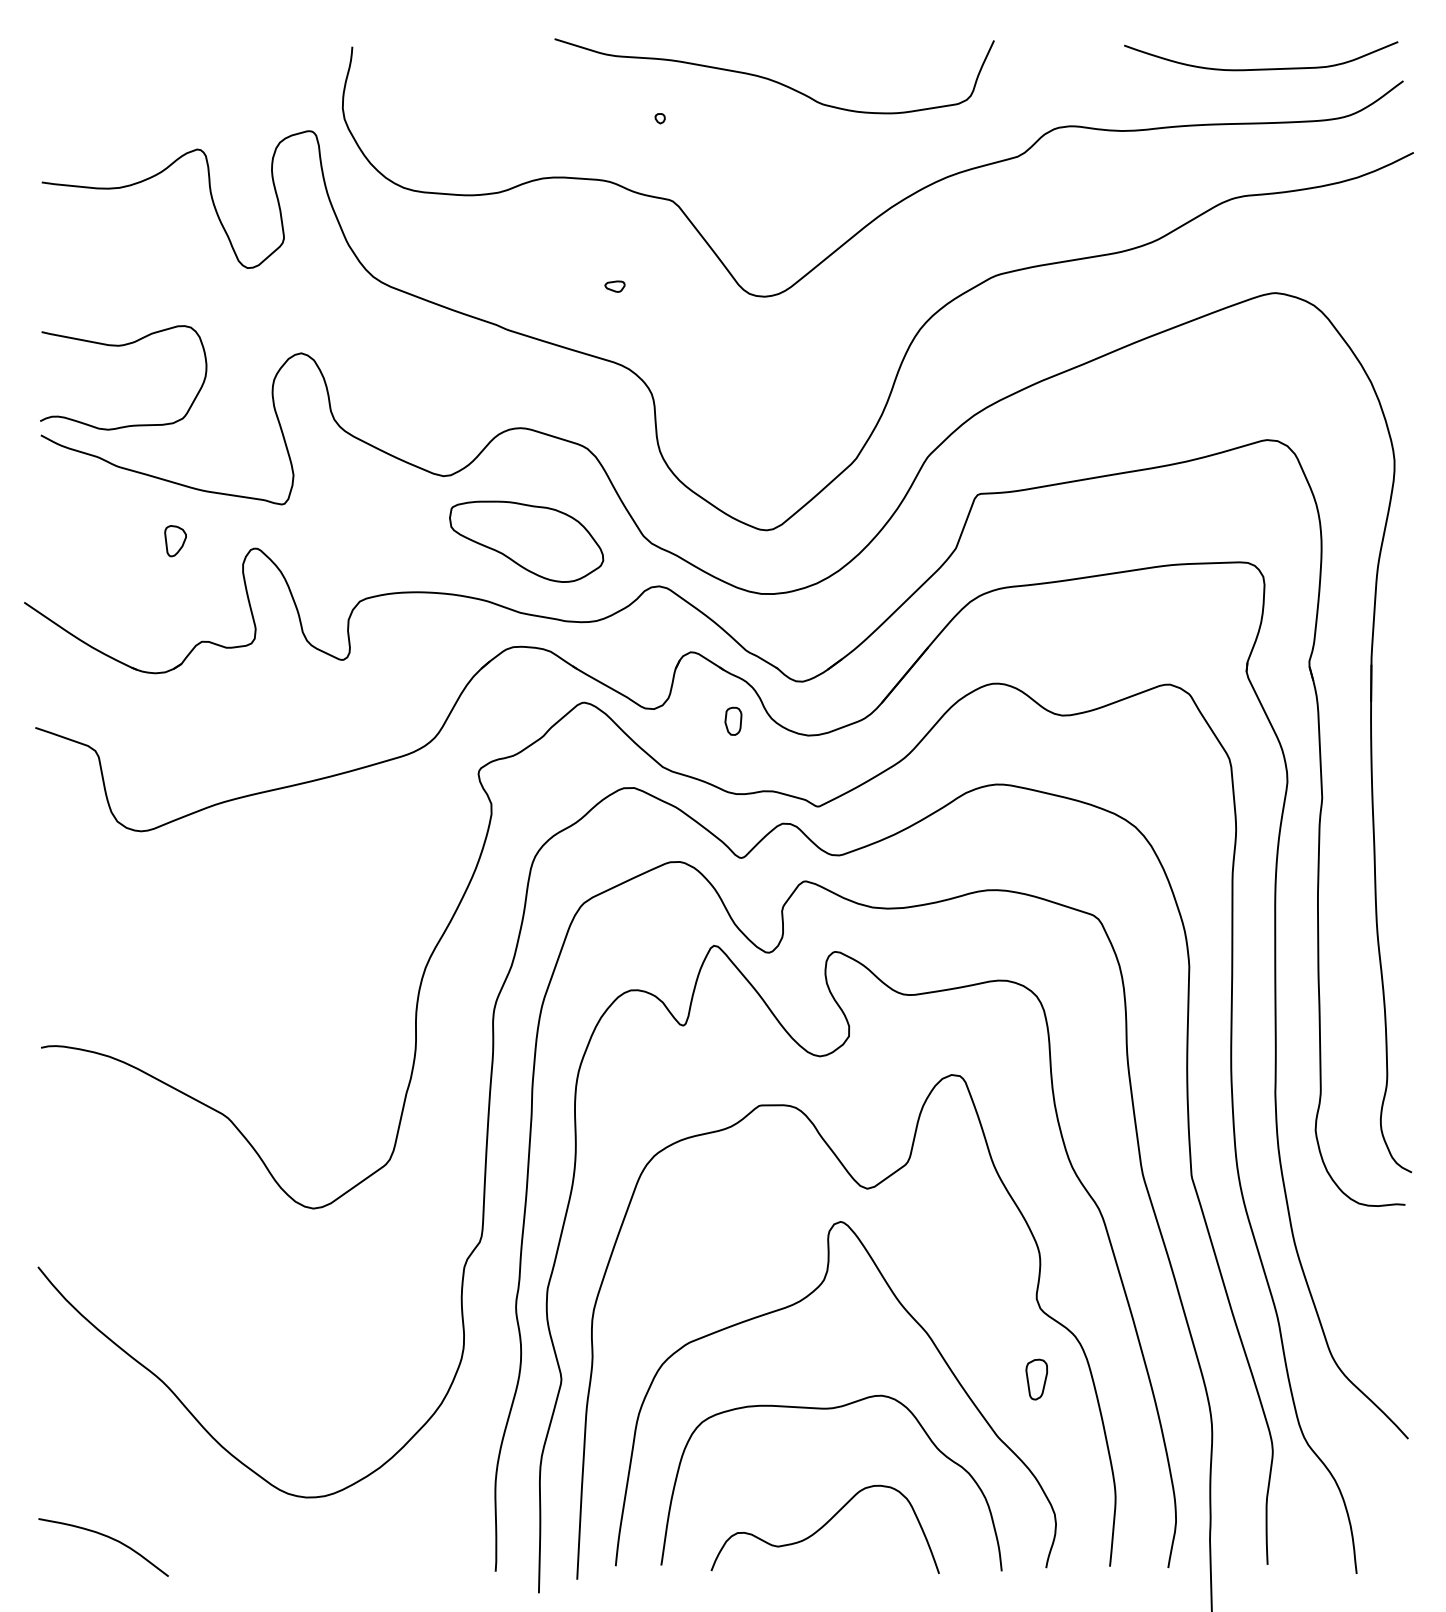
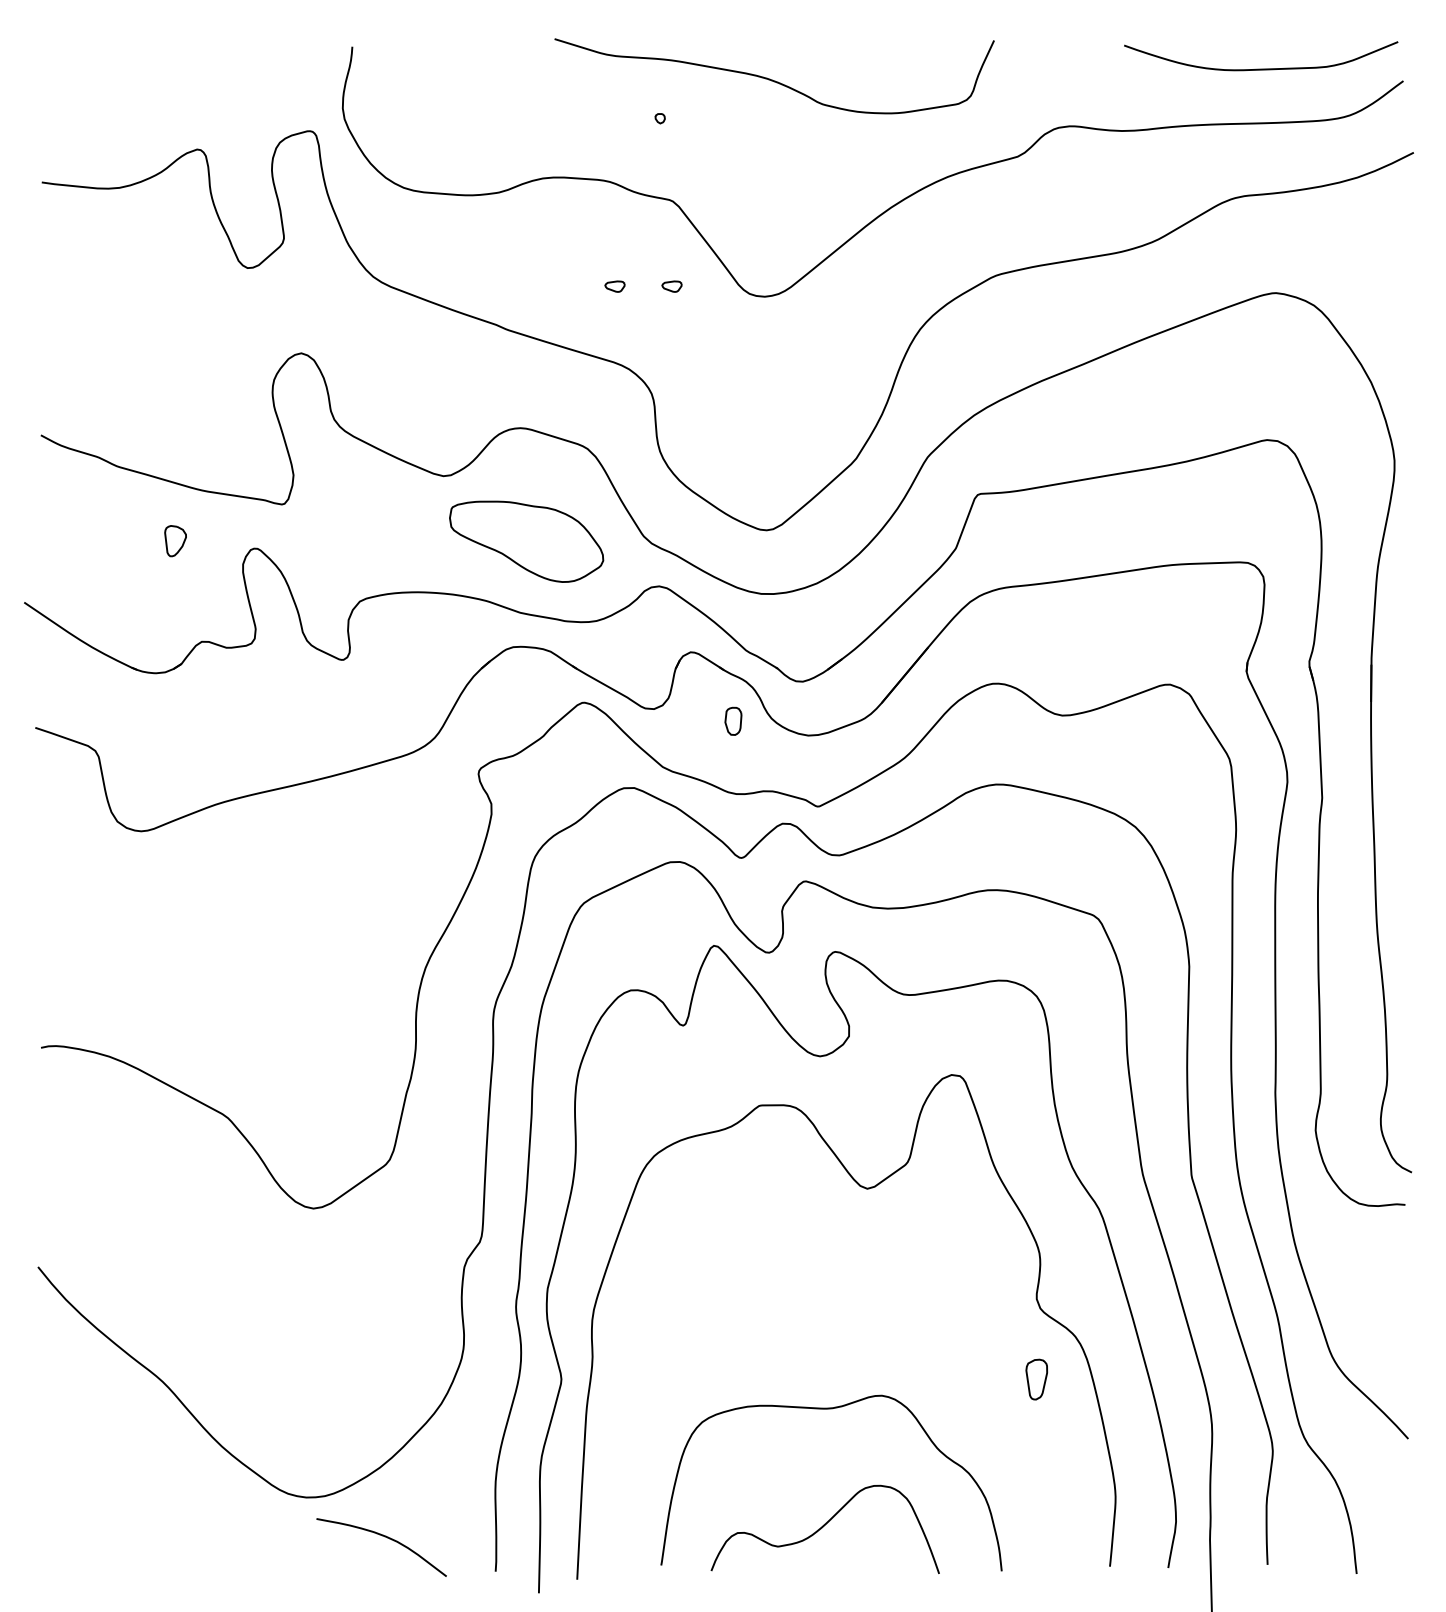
part at (671, 286): none -> present
curve at (123, 346): present -> none
curve at (791, 1306): present -> none
curve at (106, 1537) position: (106, 1537) -> (384, 1537)
